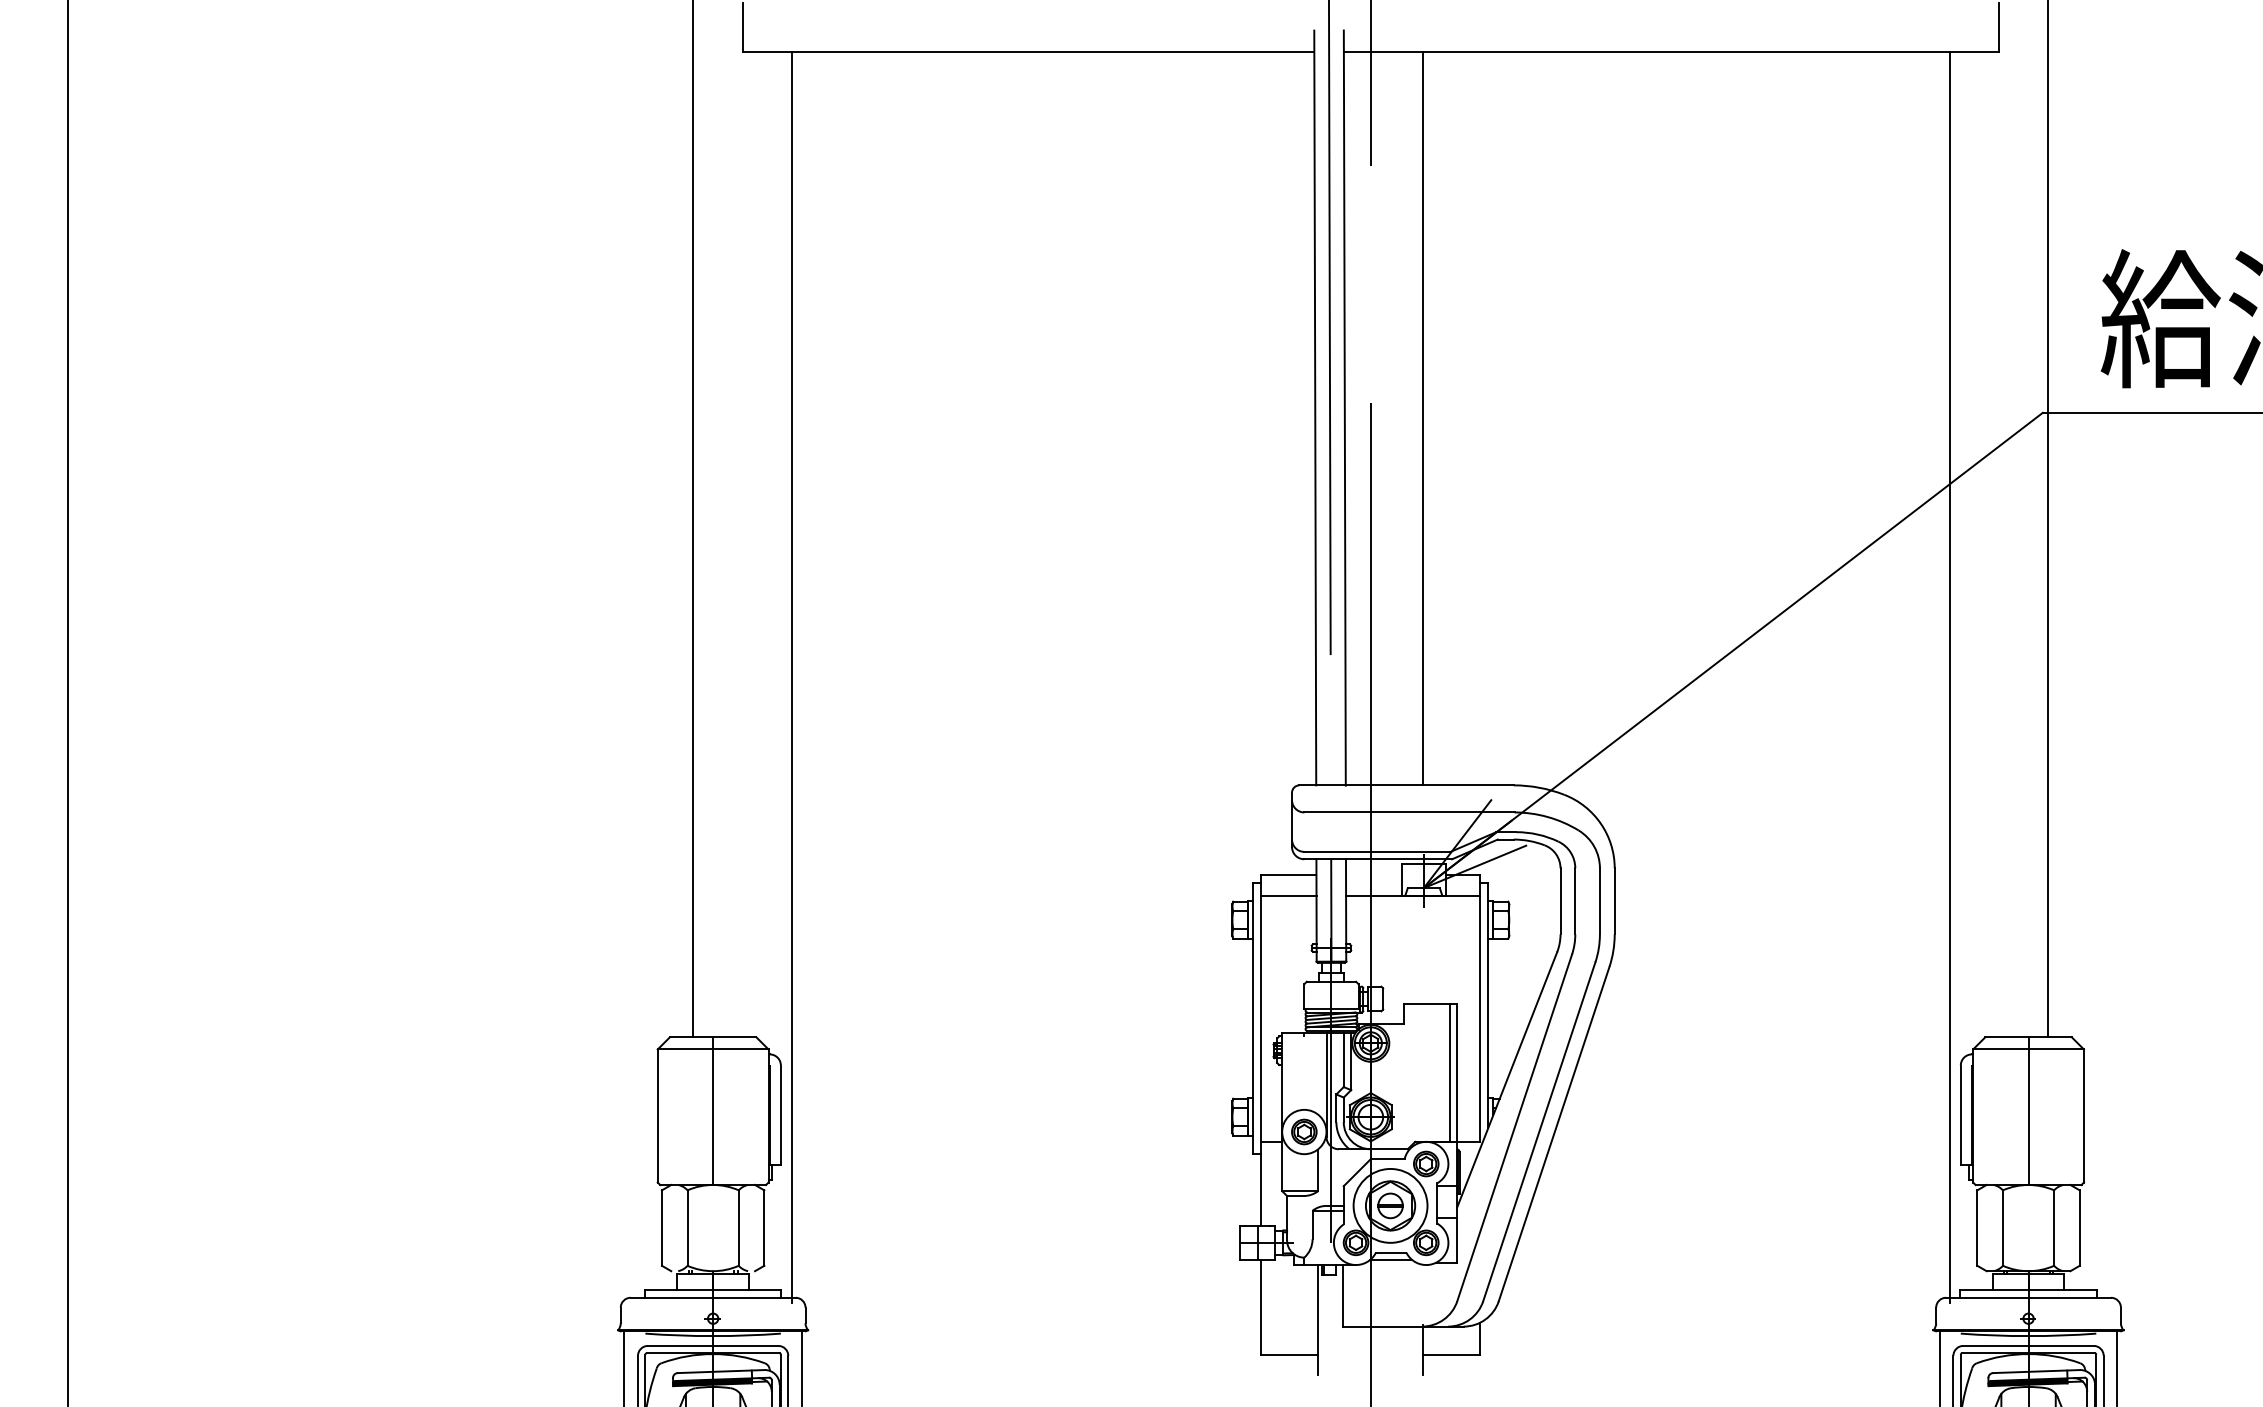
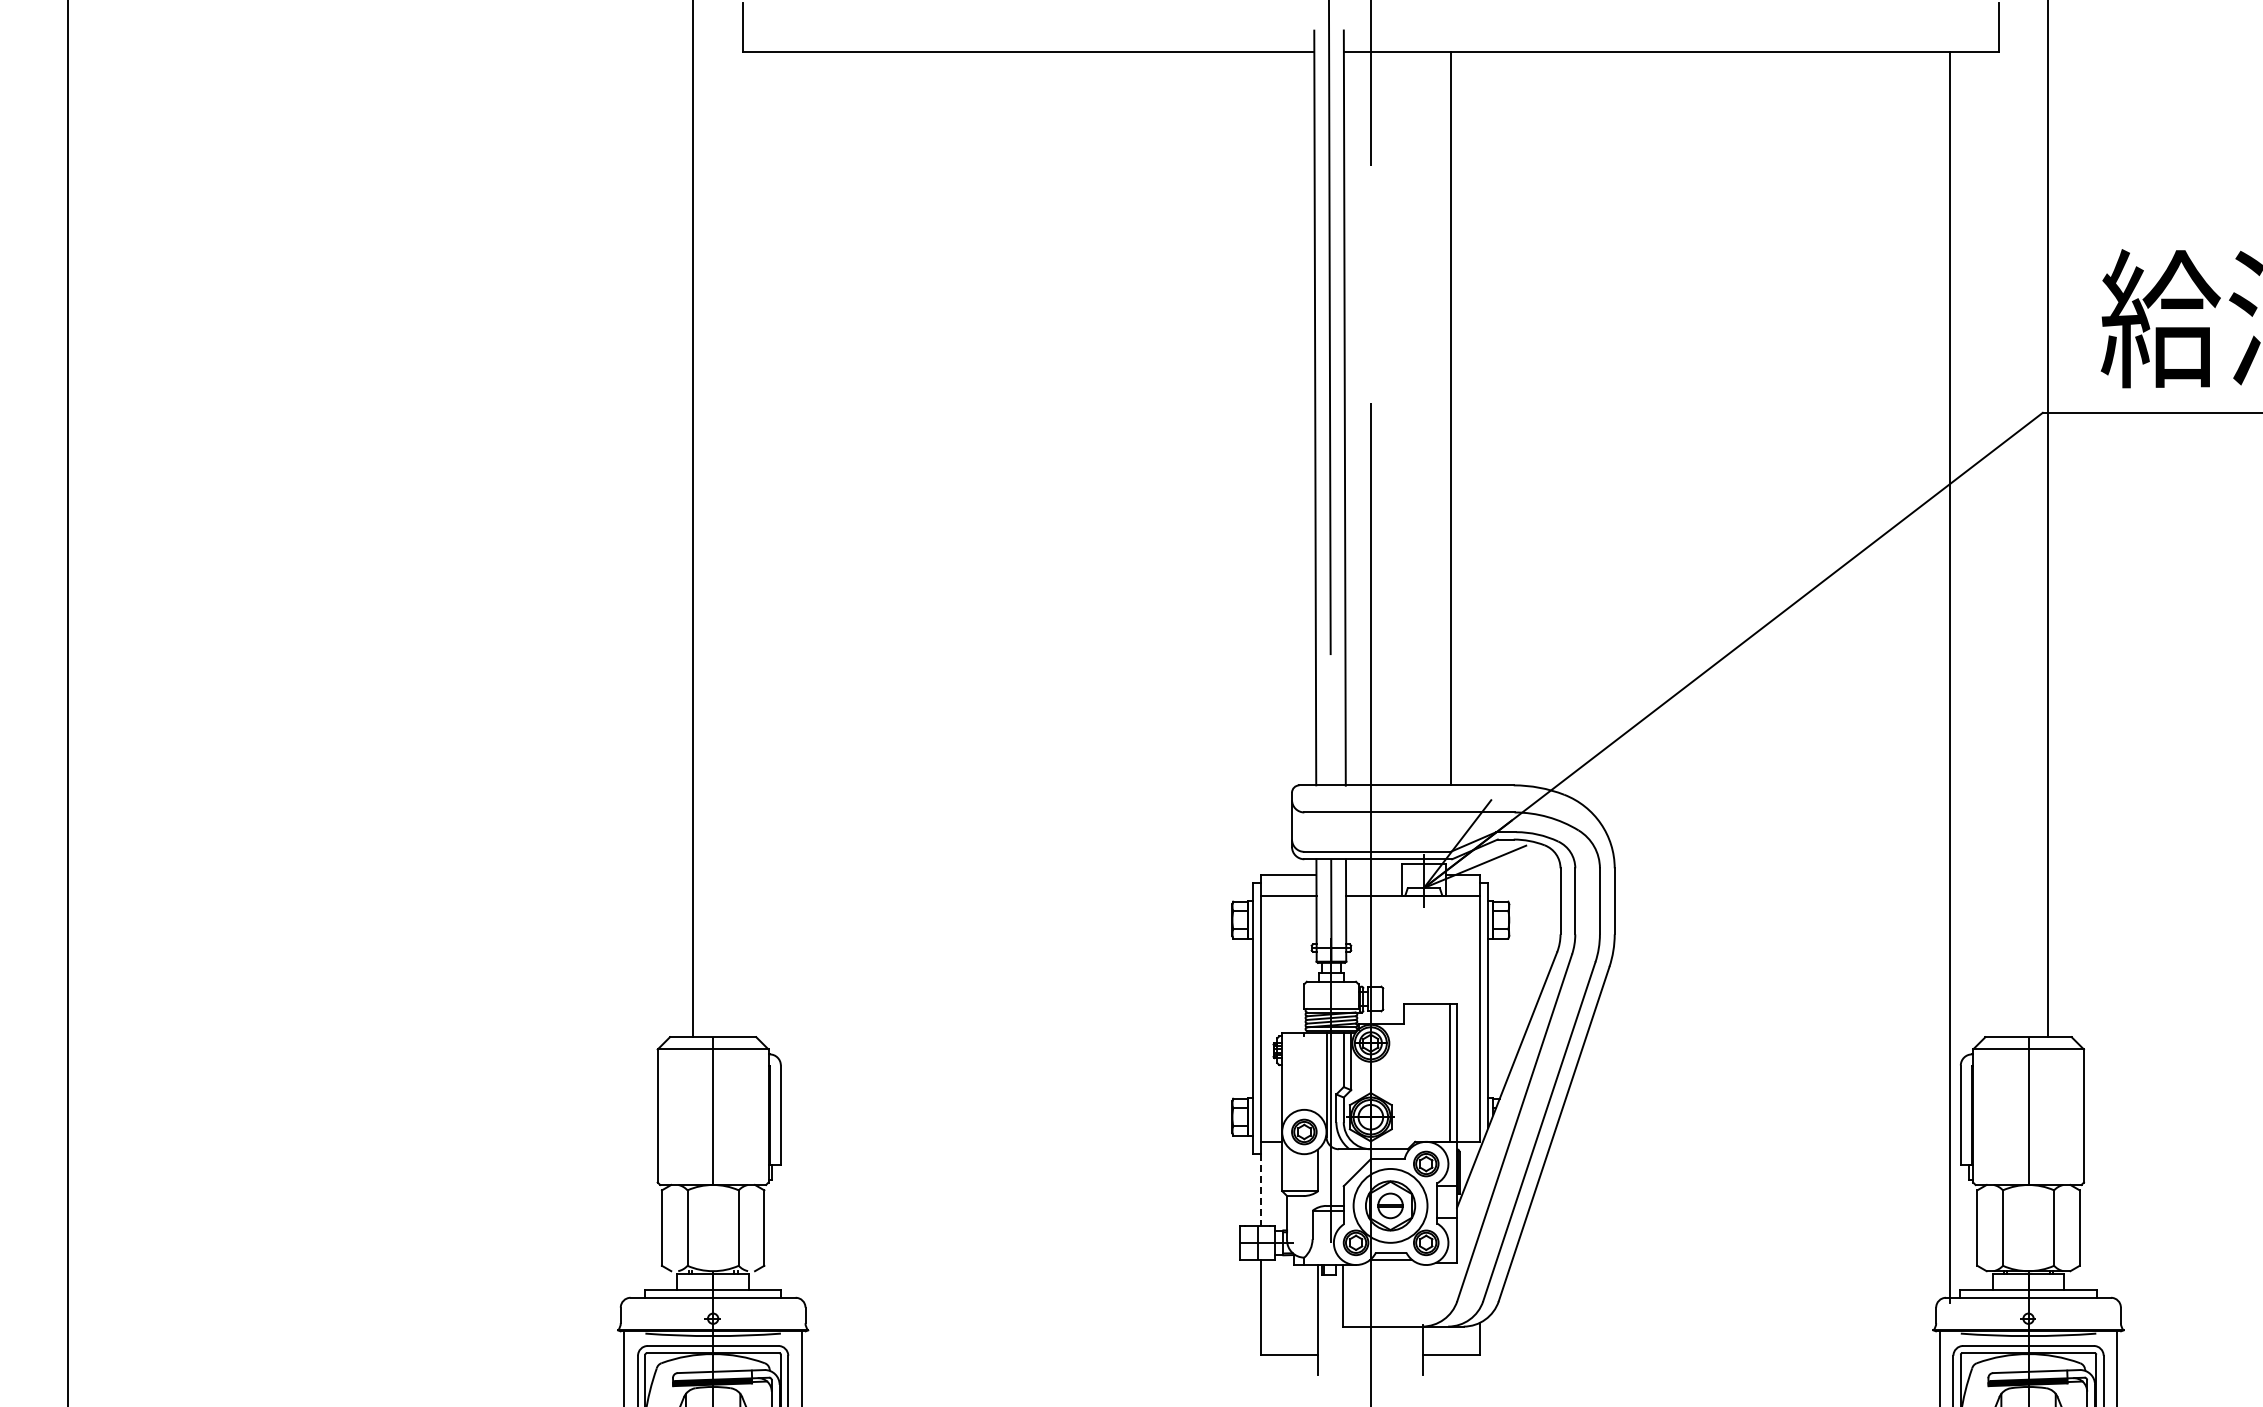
line at (1423, 418) position: (1423, 418) -> (1451, 418)
line at (791, 677): present -> none
line at (1261, 1189): solid -> dashed
